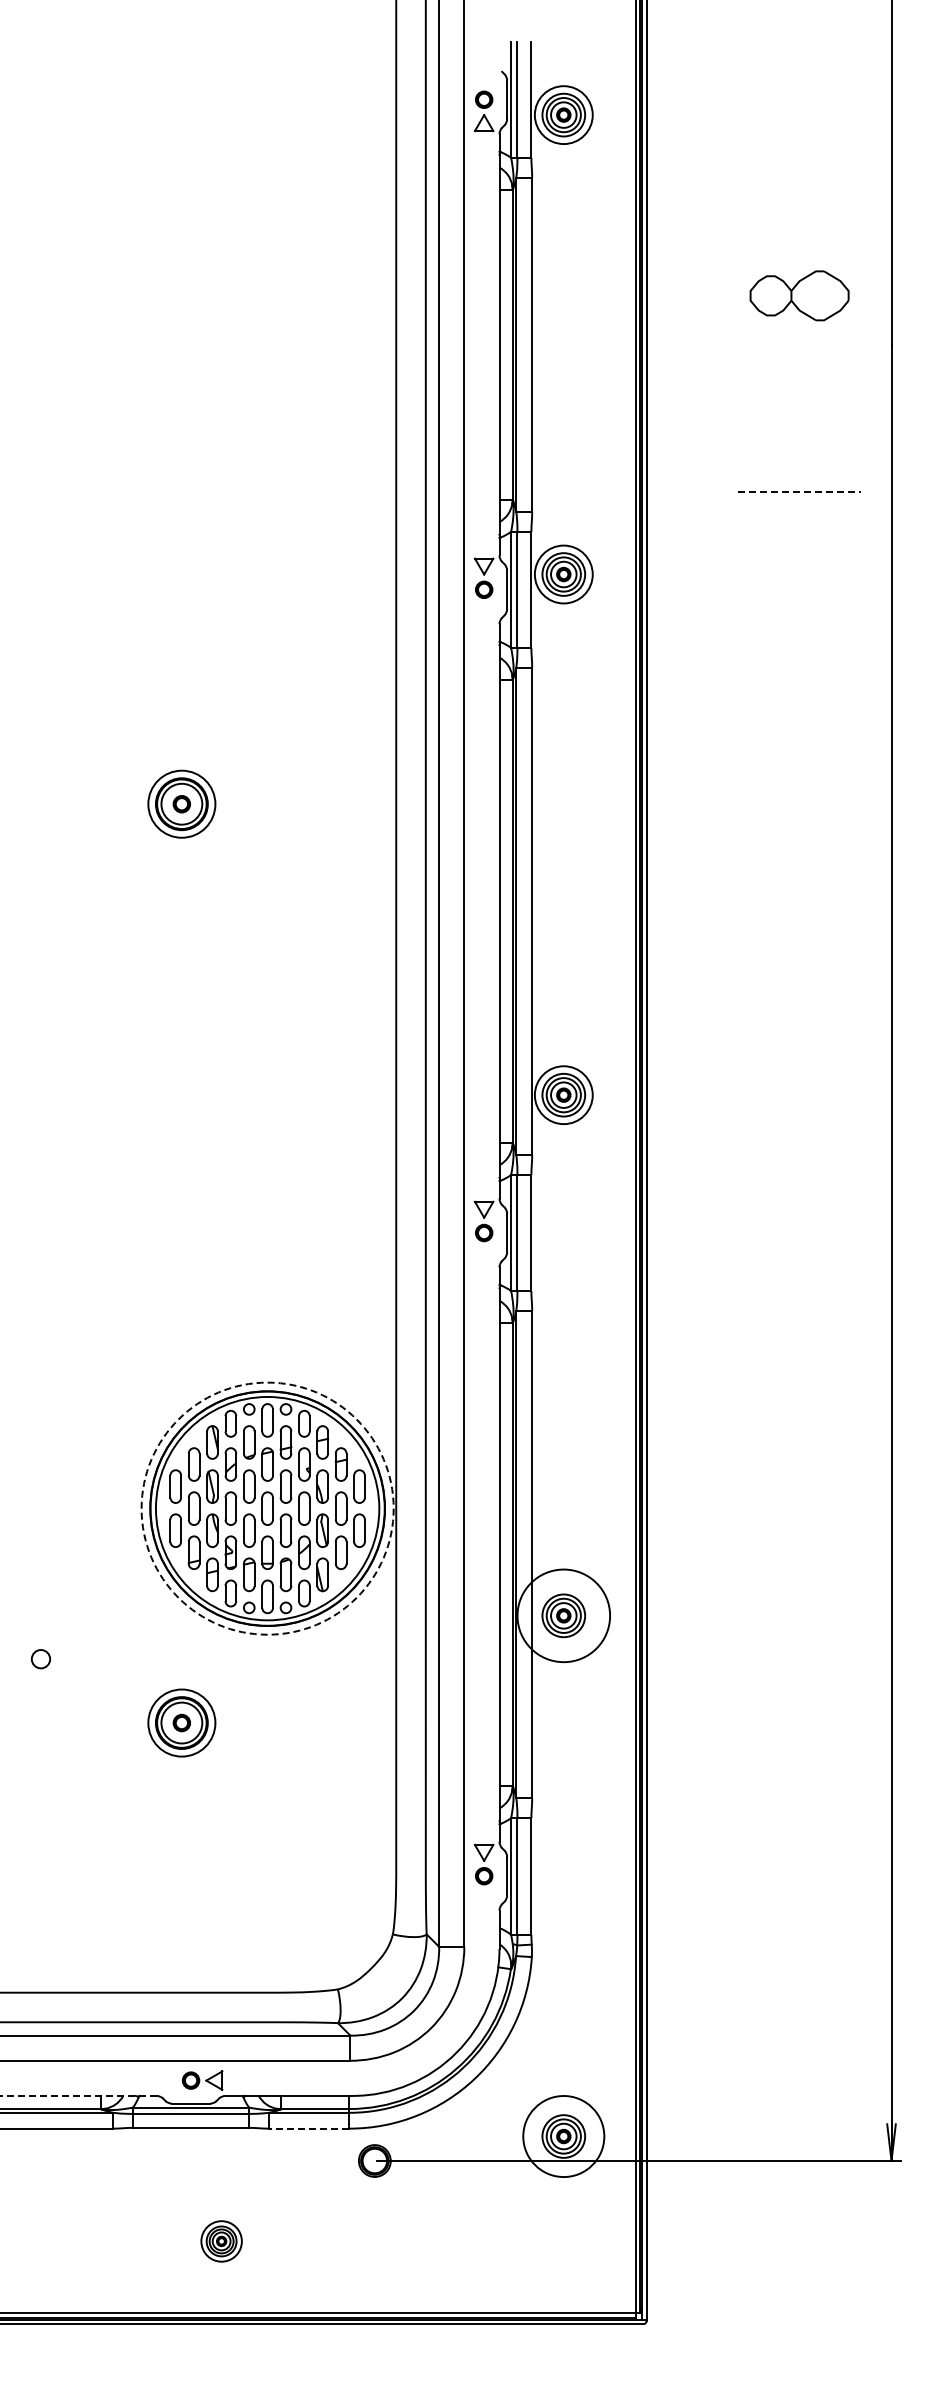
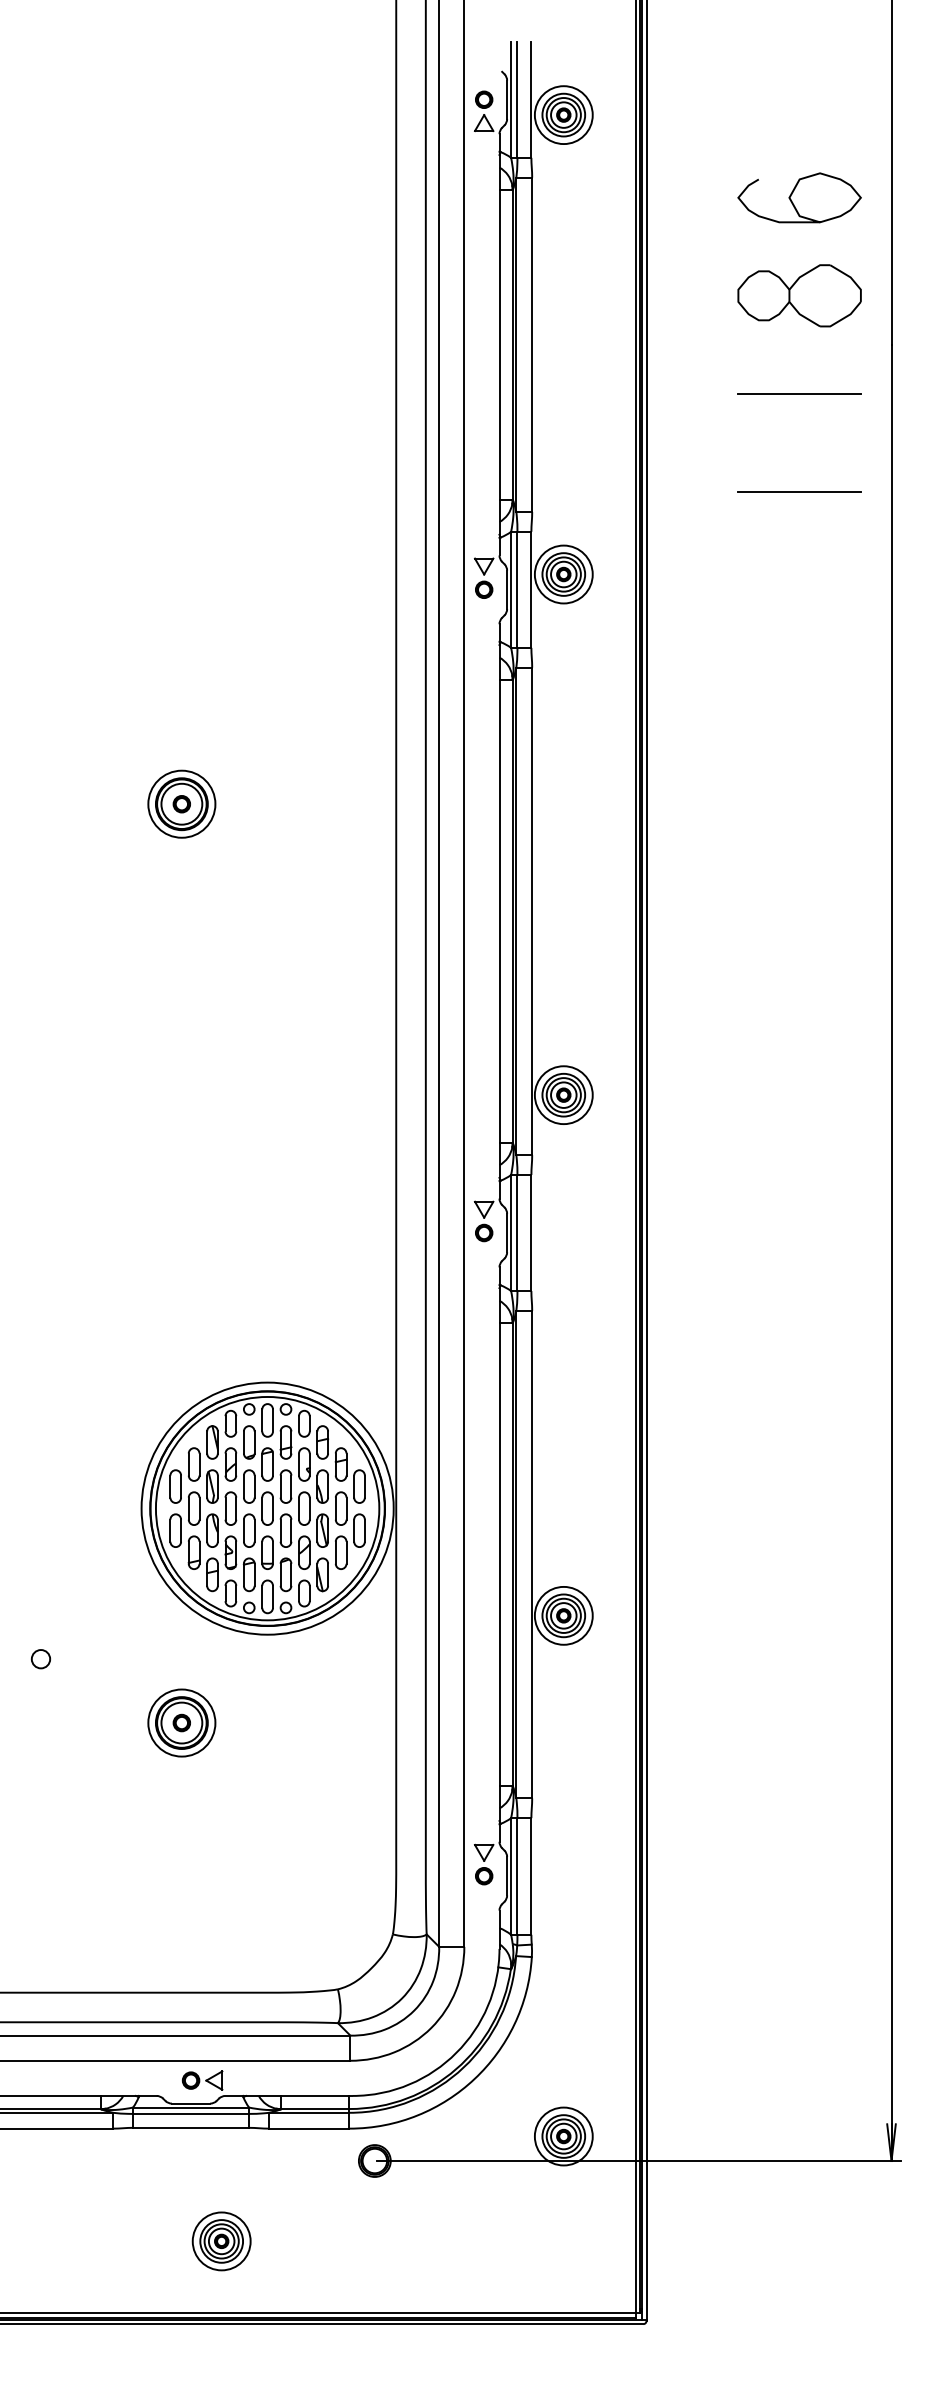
curve at (792, 194): none -> present
part at (799, 295) size: 101x52 px -> 125x64 px
line at (799, 393): none -> present
line at (800, 491): dashed -> solid
circle at (267, 1508): dashed -> solid
circle at (563, 1615) diameter: 93 px -> 58 px
line at (78, 2095): dashed -> solid
line at (308, 2128): dashed -> solid
circle at (563, 2136) diameter: 81 px -> 58 px
part at (221, 2241) size: 43x43 px -> 61x61 px
